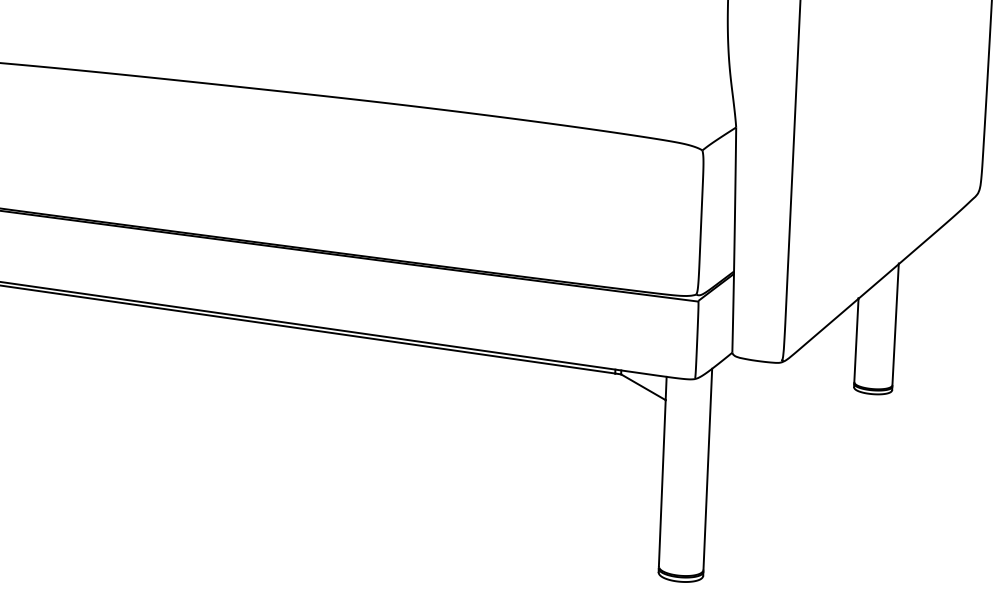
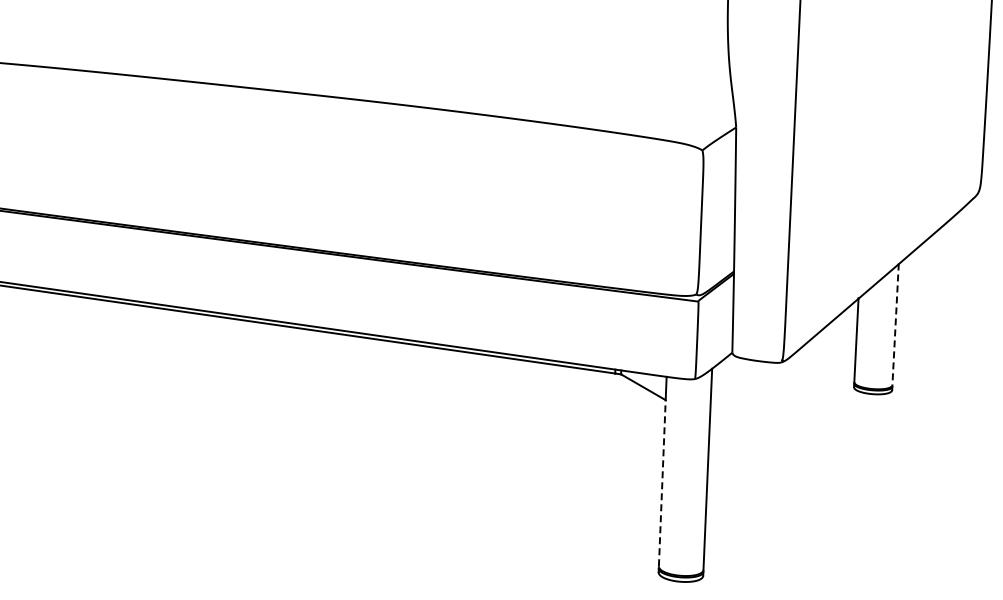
line at (895, 324): solid -> dashed
line at (662, 482): solid -> dashed
